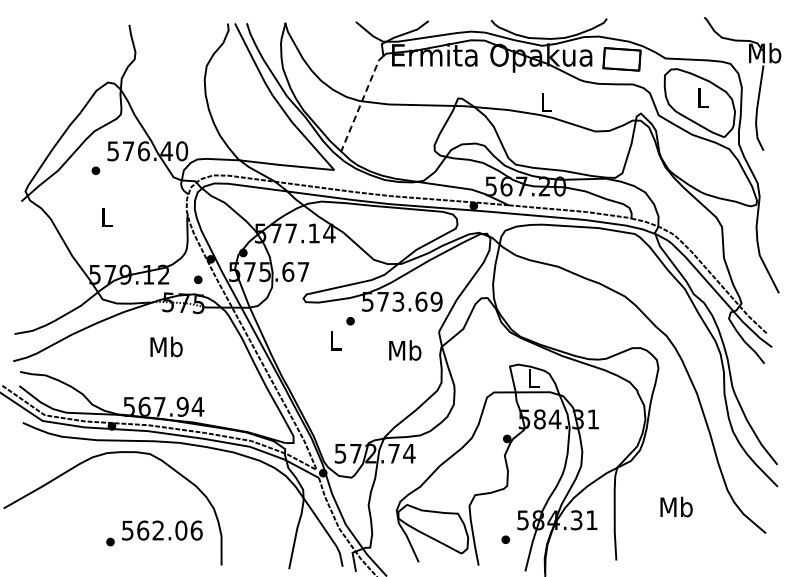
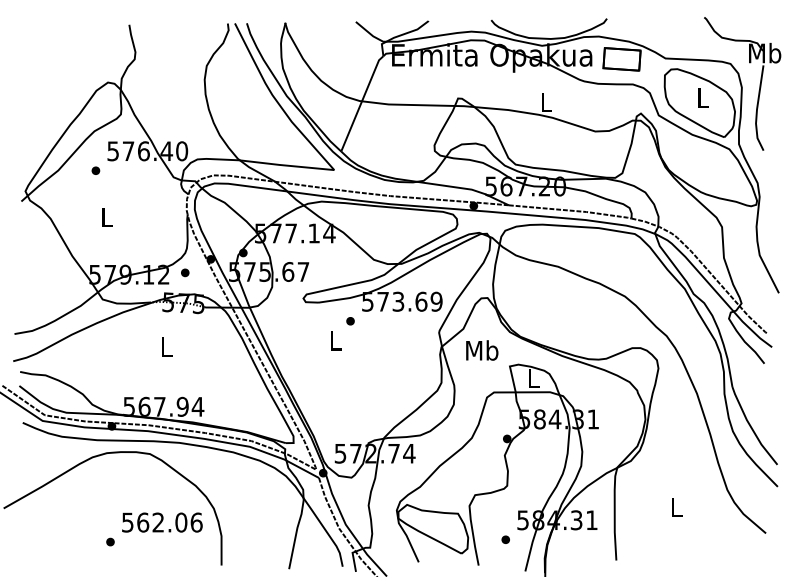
line at (361, 102): dashed -> solid
part at (198, 279) position: (198, 279) -> (185, 272)
text at (166, 346): Mb -> L
text at (405, 350) position: (405, 350) -> (482, 350)
text at (676, 506): Mb -> L
text at (162, 530) position: (162, 530) -> (162, 522)
